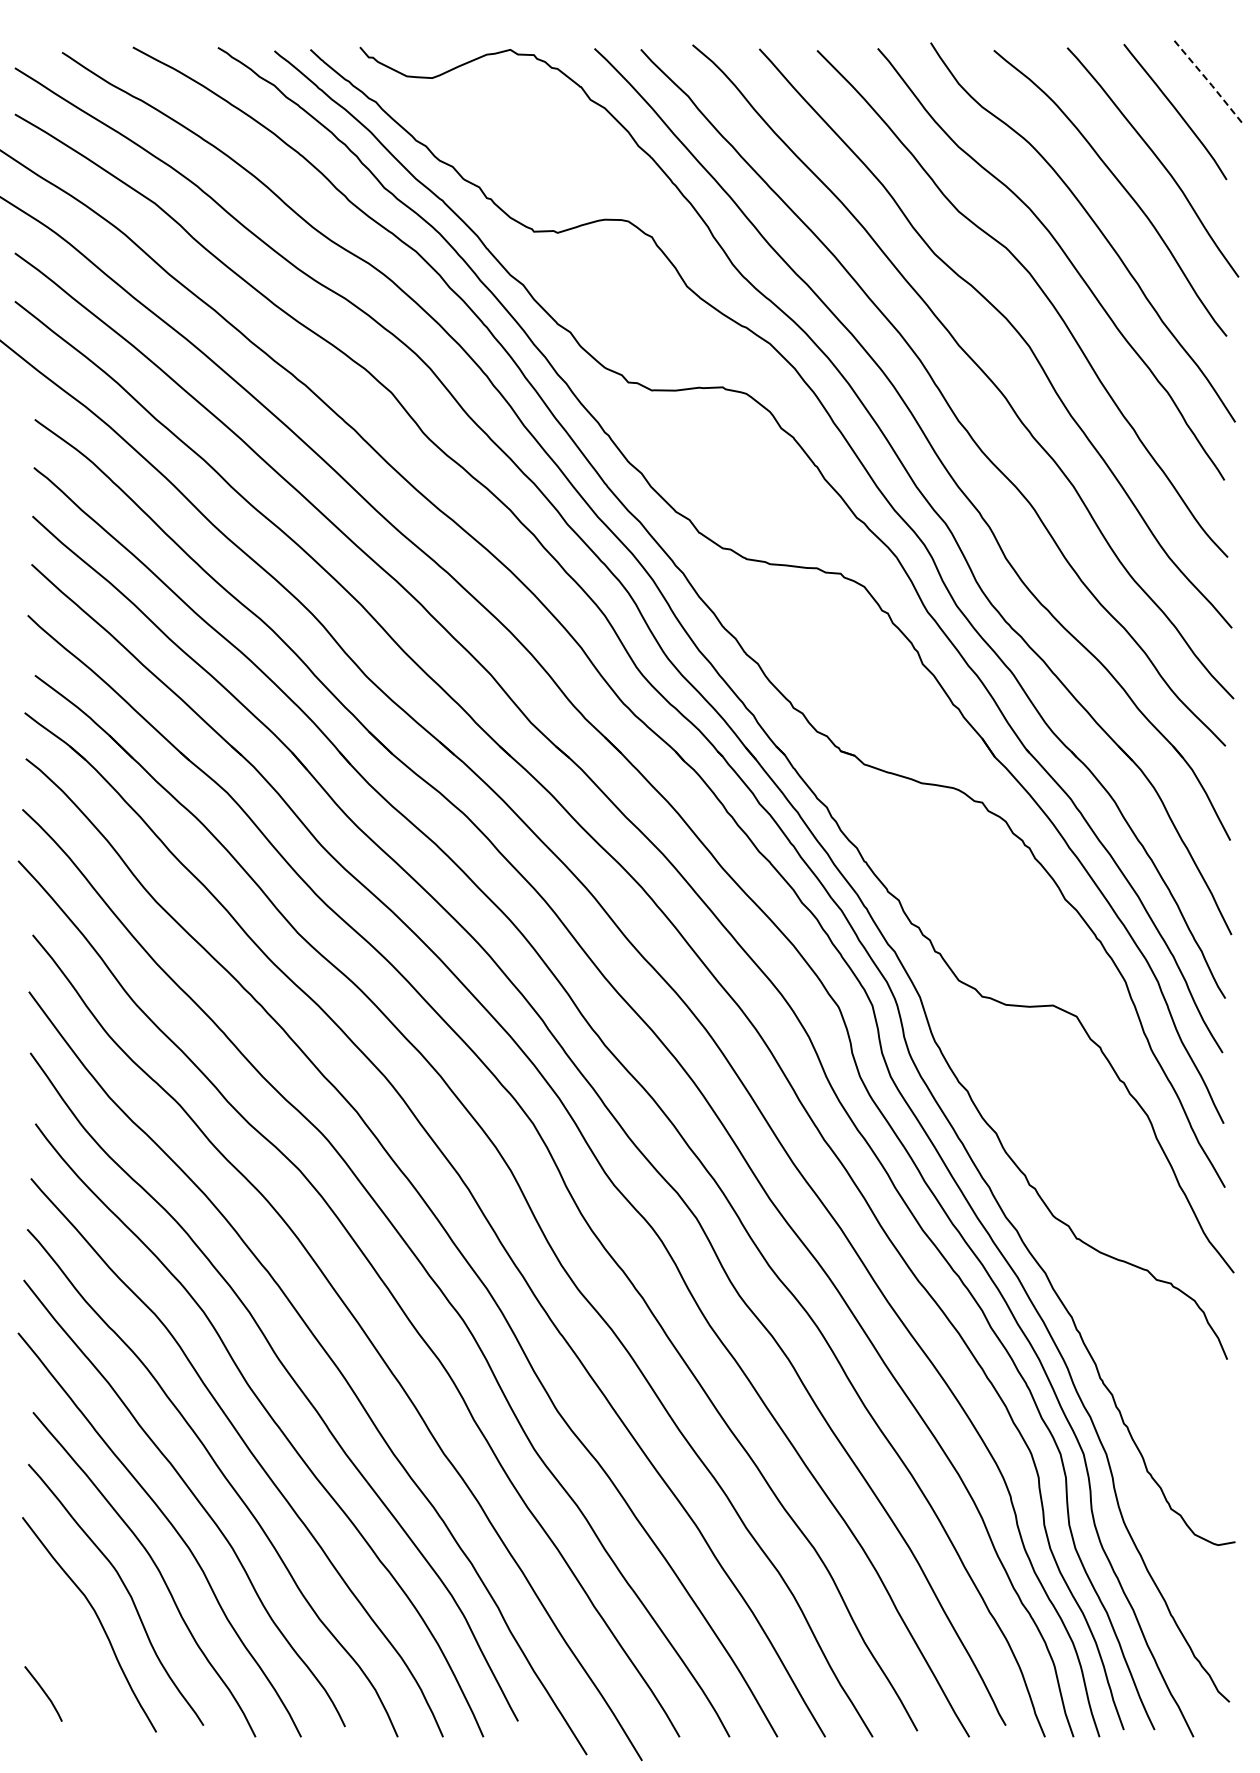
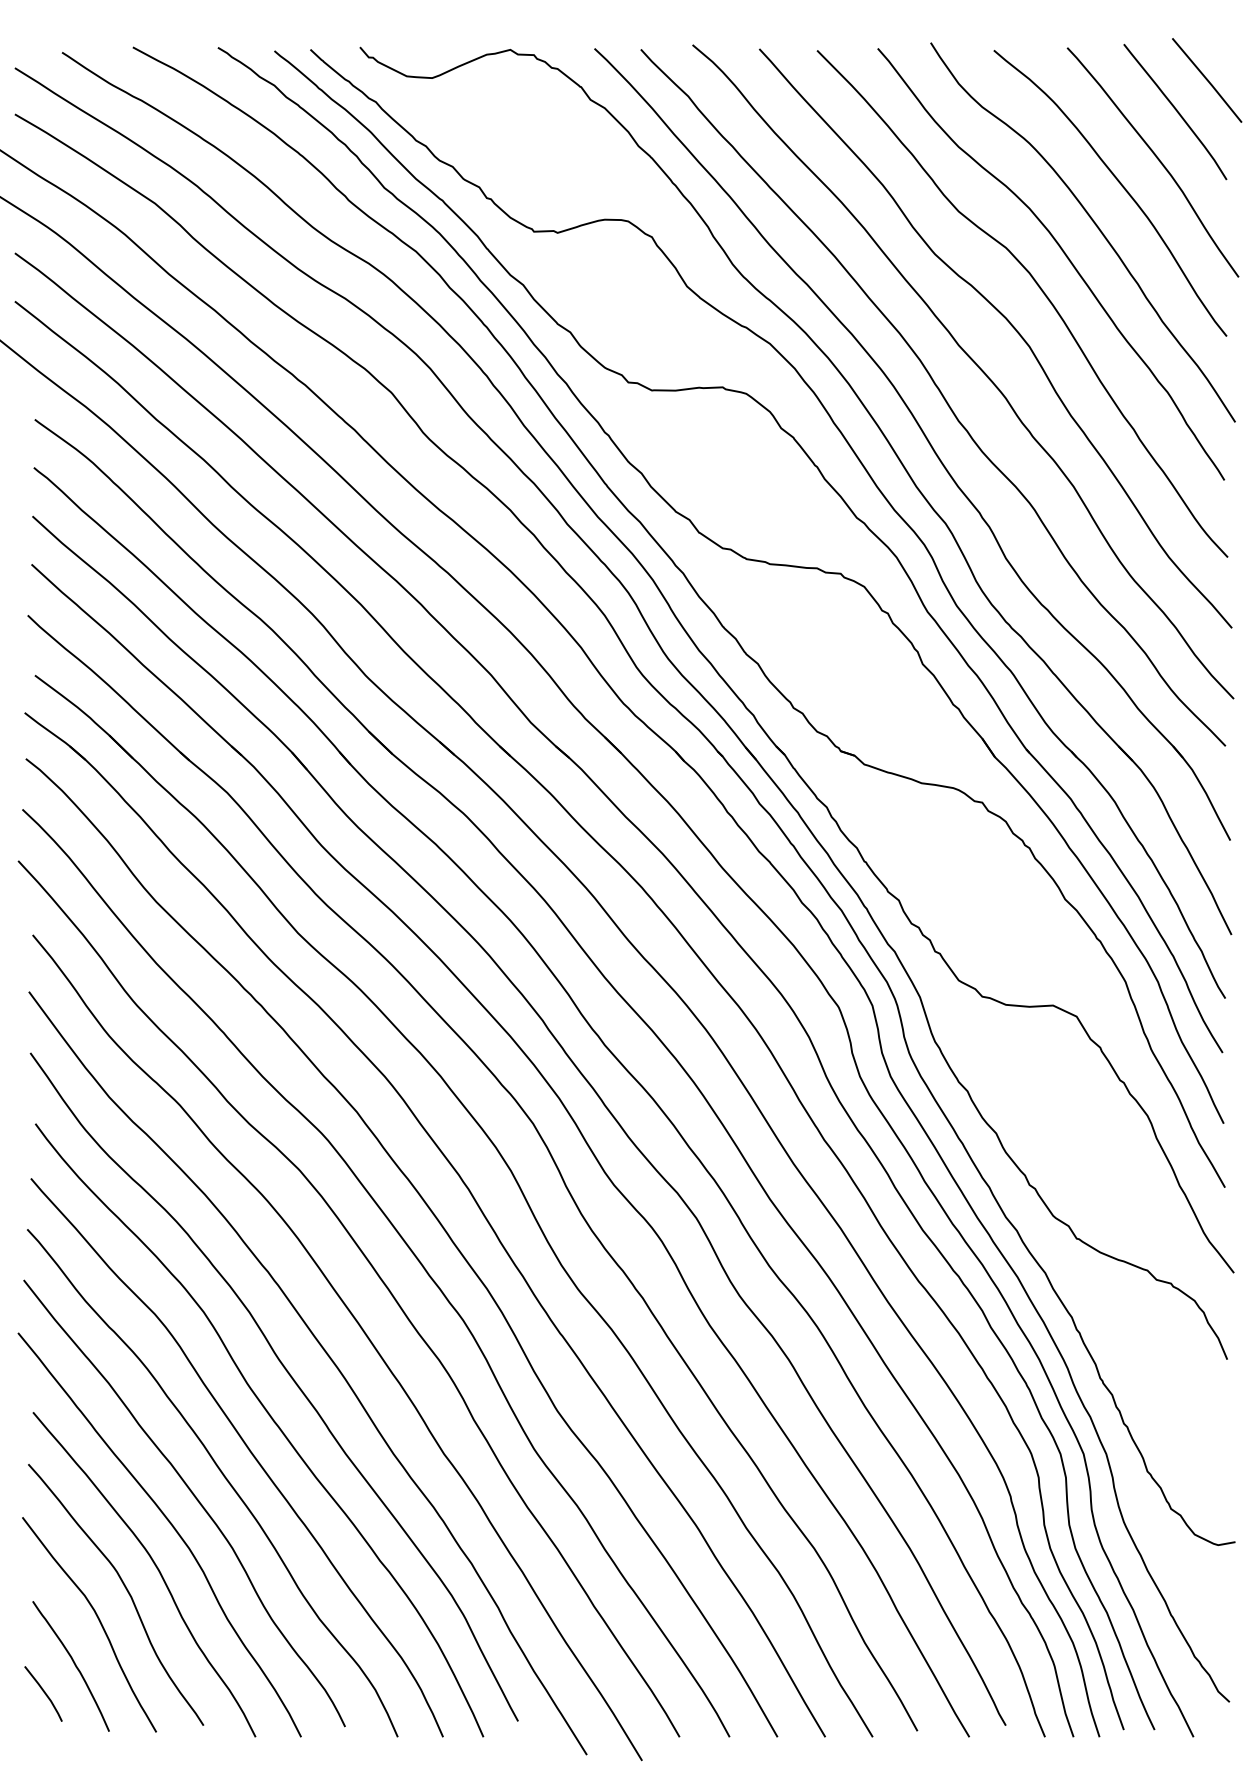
line at (1207, 80): dashed -> solid
curve at (74, 1665): none -> present
